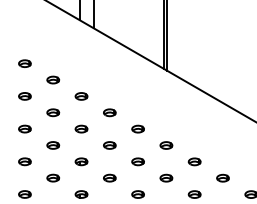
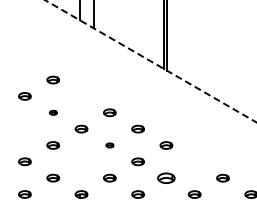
line at (150, 61): solid -> dashed
part at (24, 63): present -> none
part at (81, 96): present -> none
part at (53, 112) size: 15x10 px -> 10x7 px
part at (24, 128): present -> none
part at (109, 145) size: 14x9 px -> 10x7 px
part at (81, 161): present -> none
part at (194, 161): present -> none
part at (166, 177) size: 15x10 px -> 19x12 px
